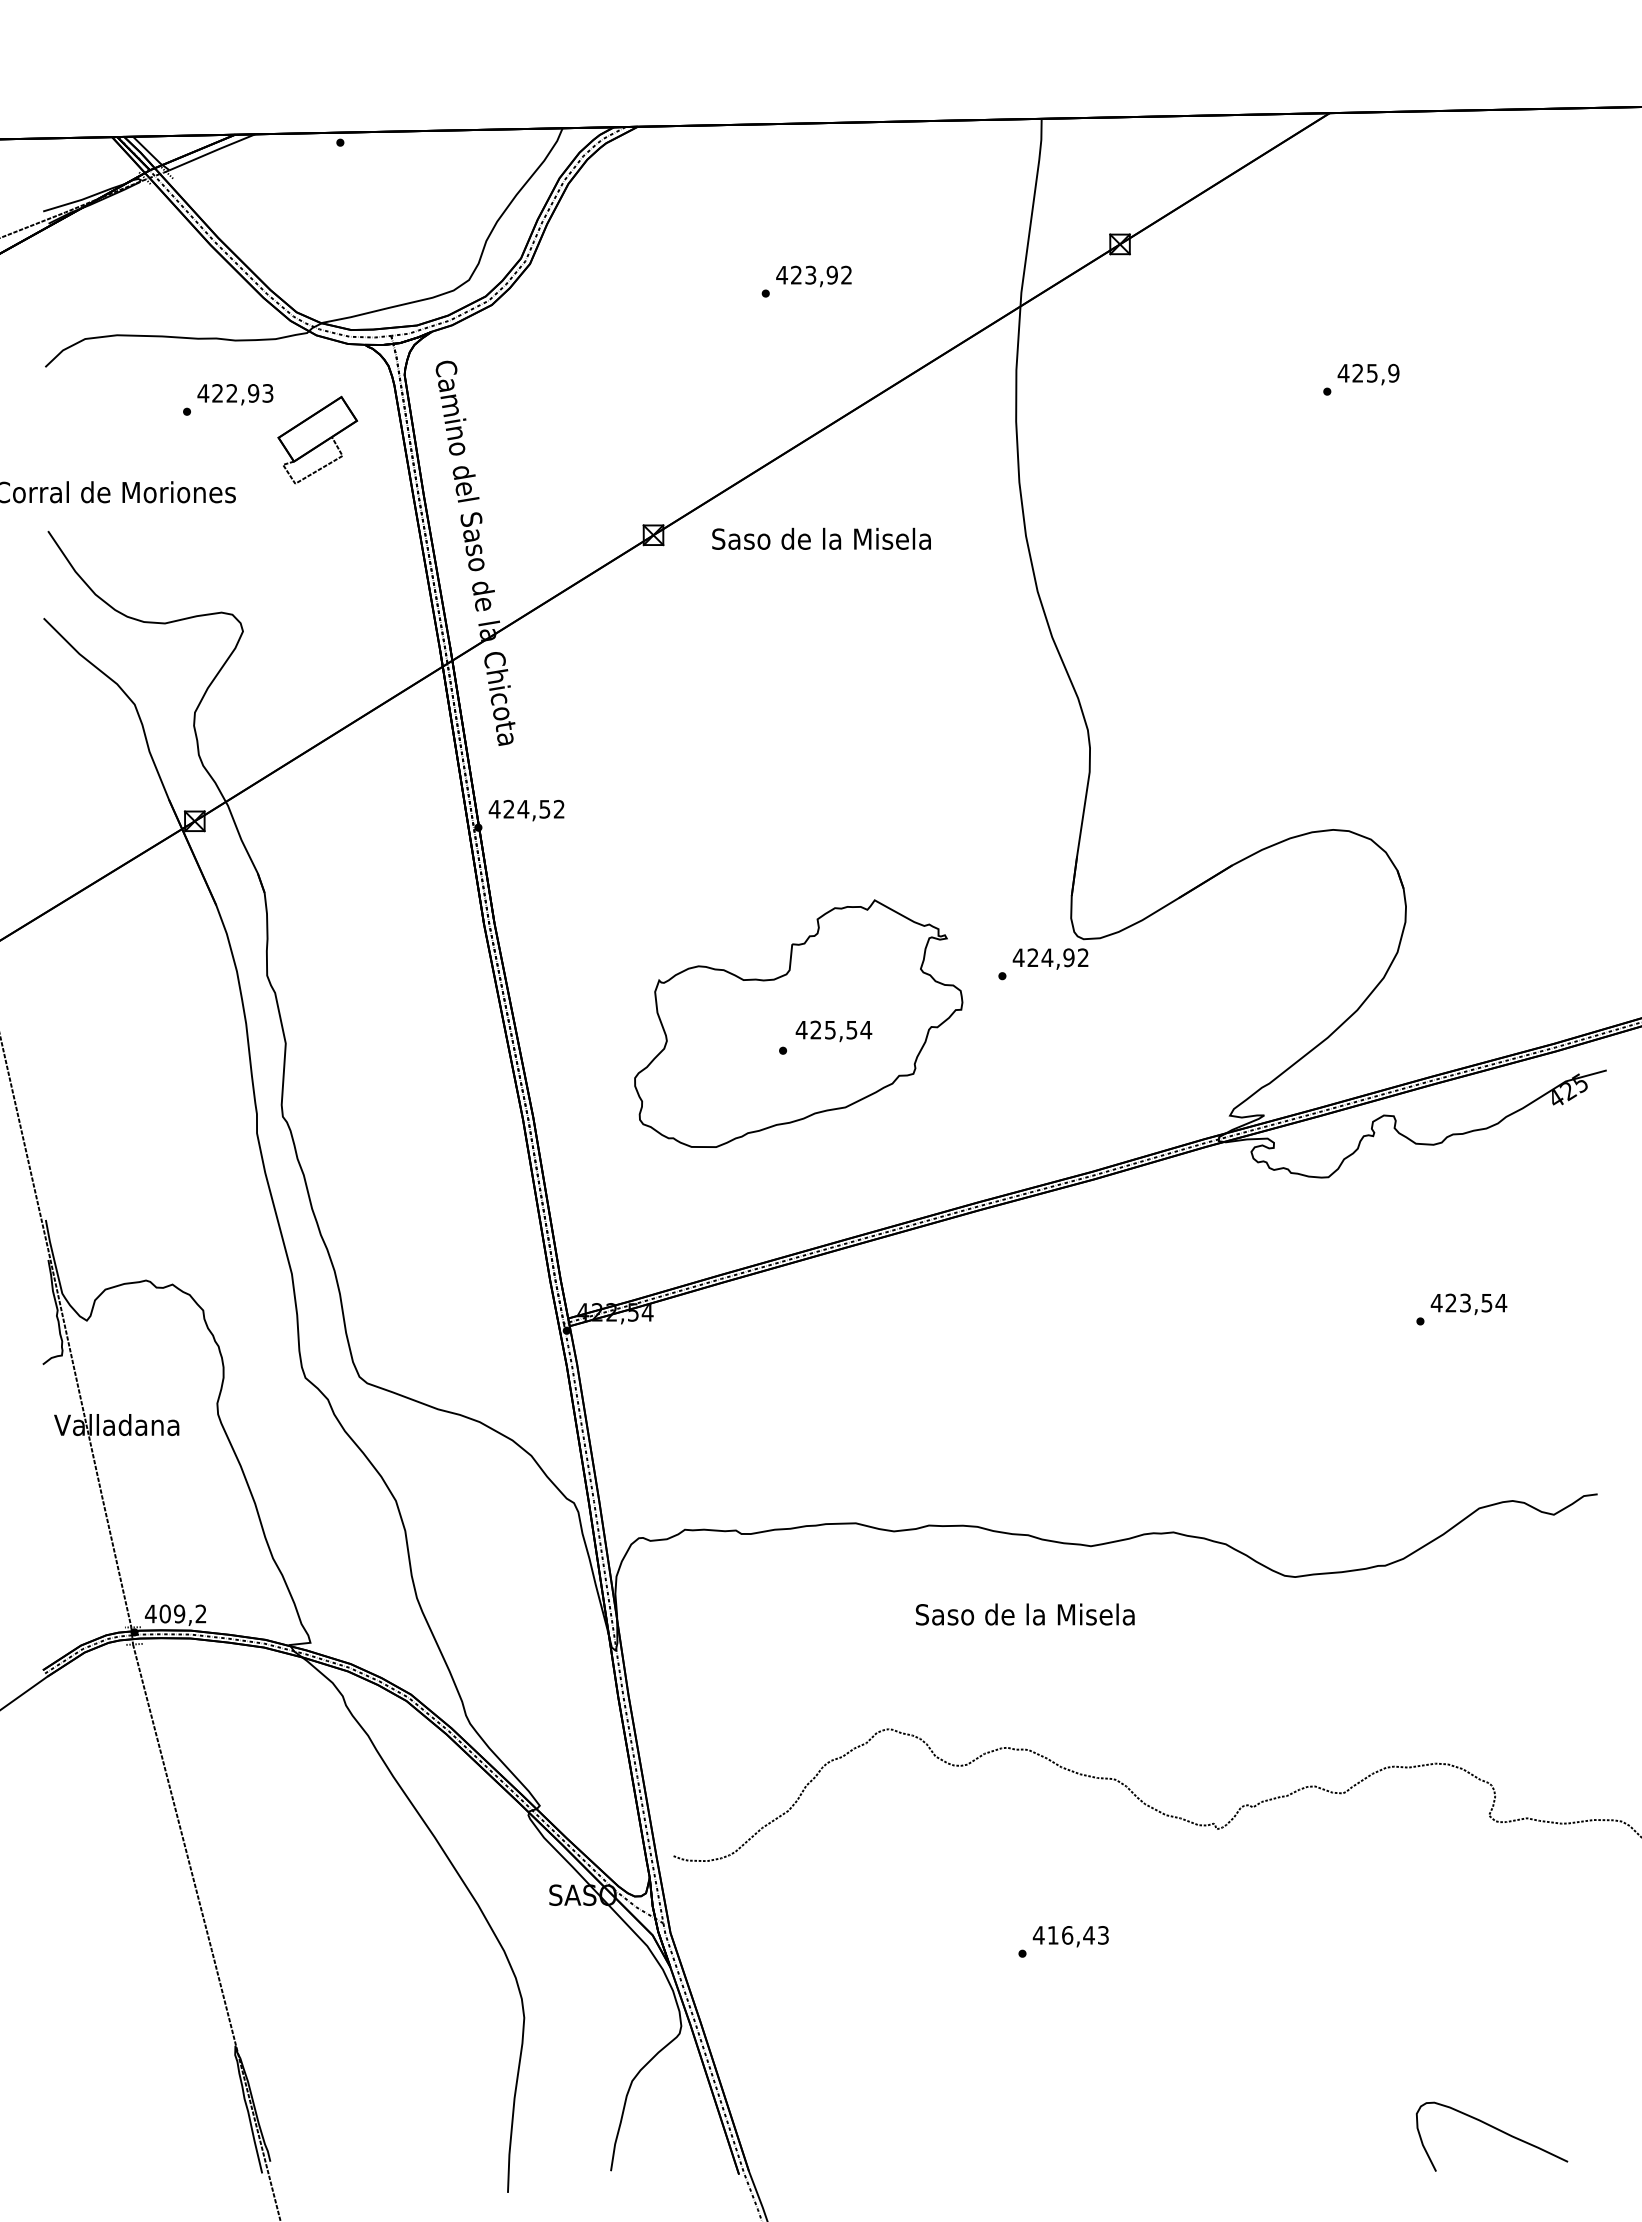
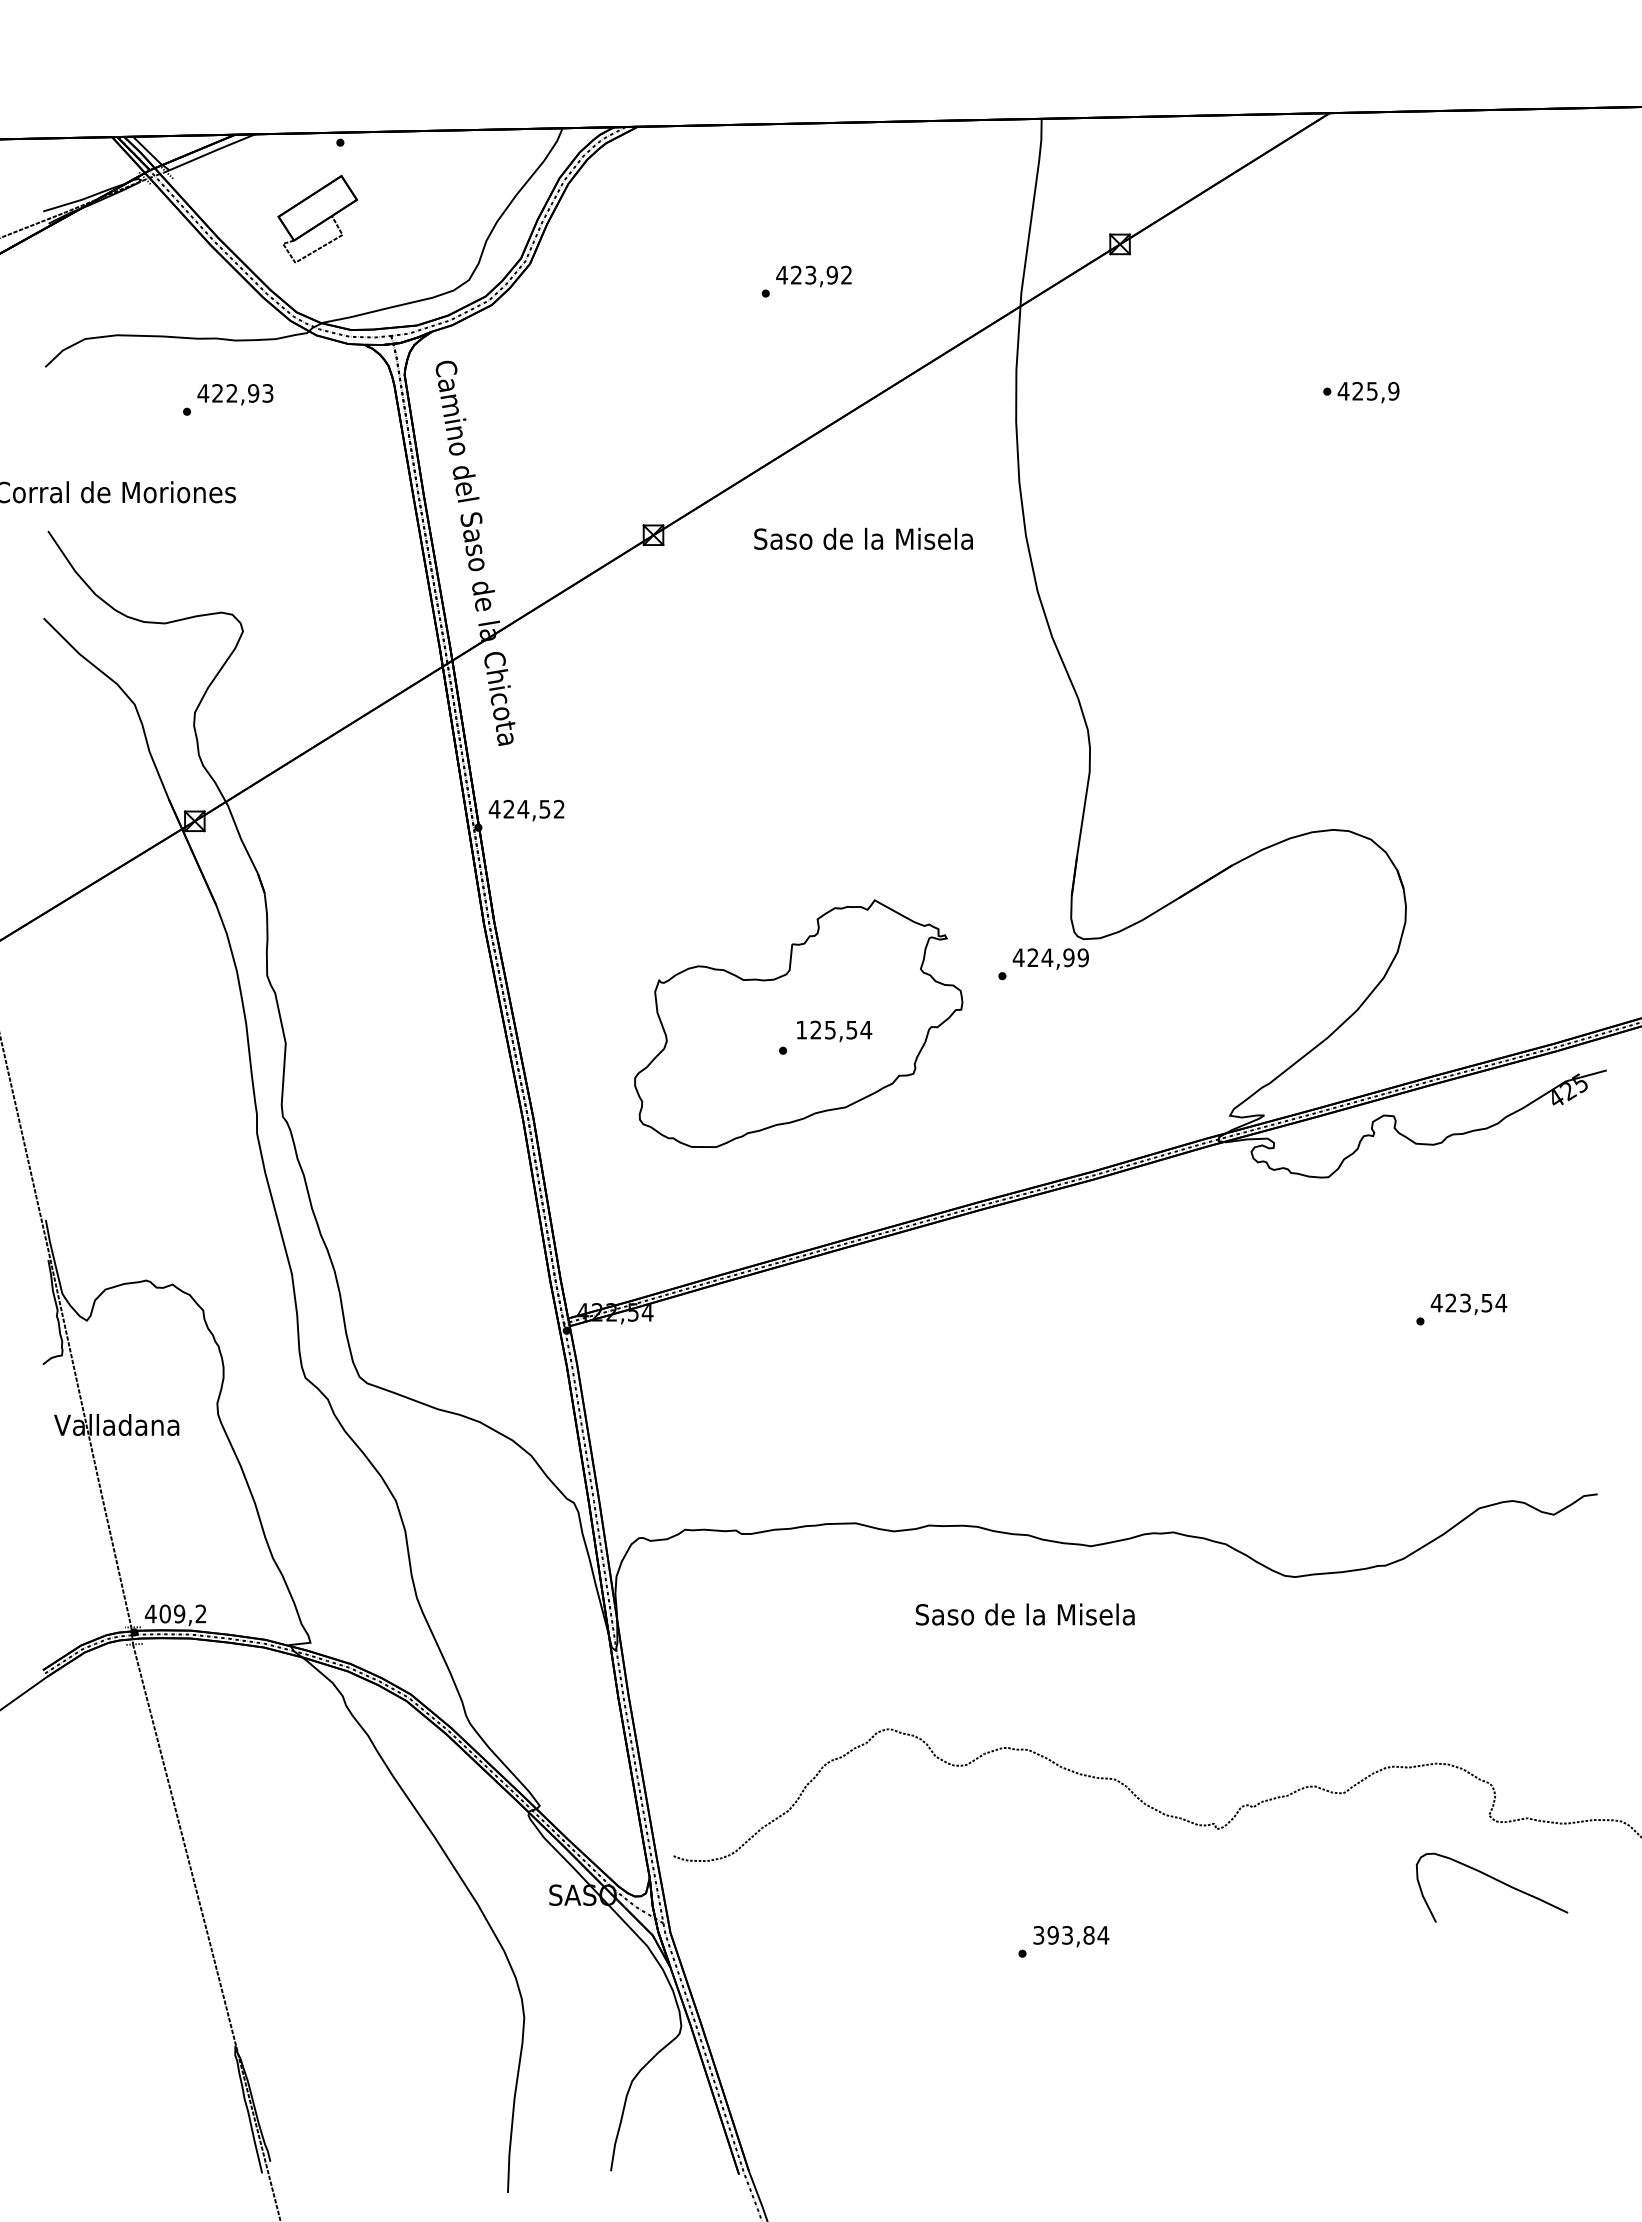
text at (1368, 374) position: (1368, 374) -> (1368, 392)
part at (317, 439) position: (317, 439) -> (317, 218)
text at (821, 538) position: (821, 538) -> (863, 538)
text at (1082, 957): 424,92 -> 424,99
text at (801, 1030): 425,54 -> 125,54
text at (1070, 1935): 416,43 -> 393,84
curve at (1495, 2129) position: (1495, 2129) -> (1495, 1880)
